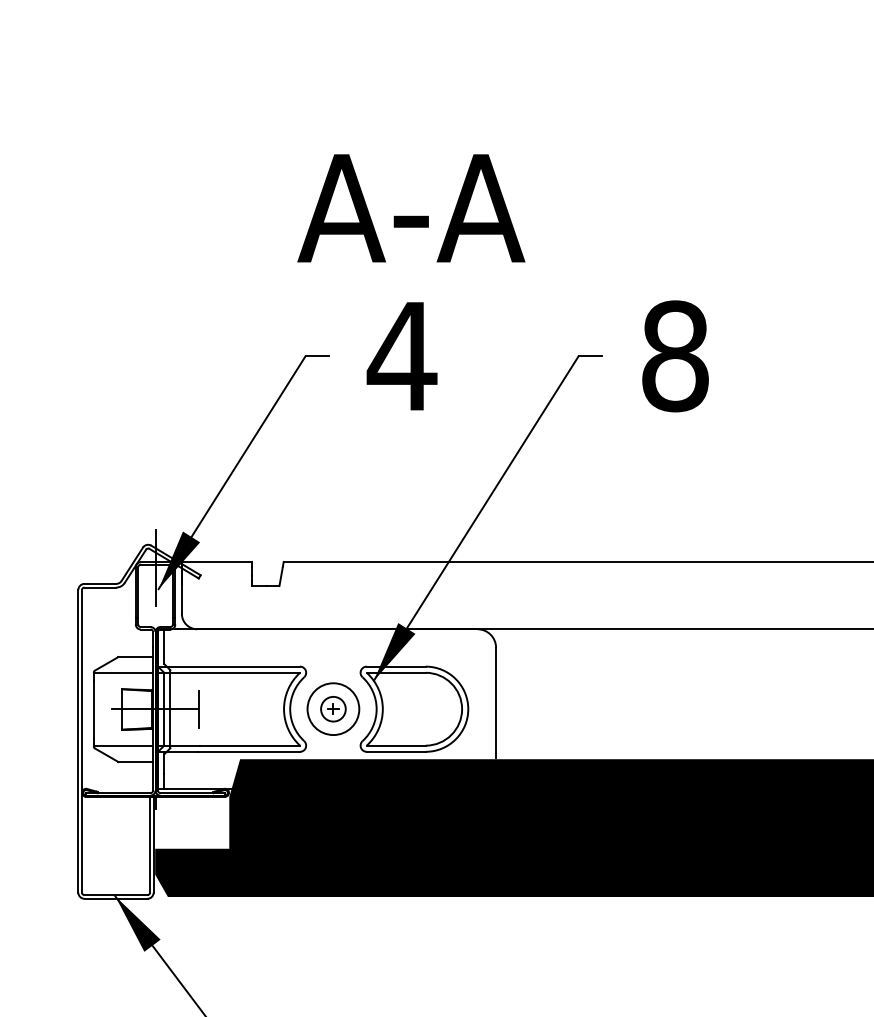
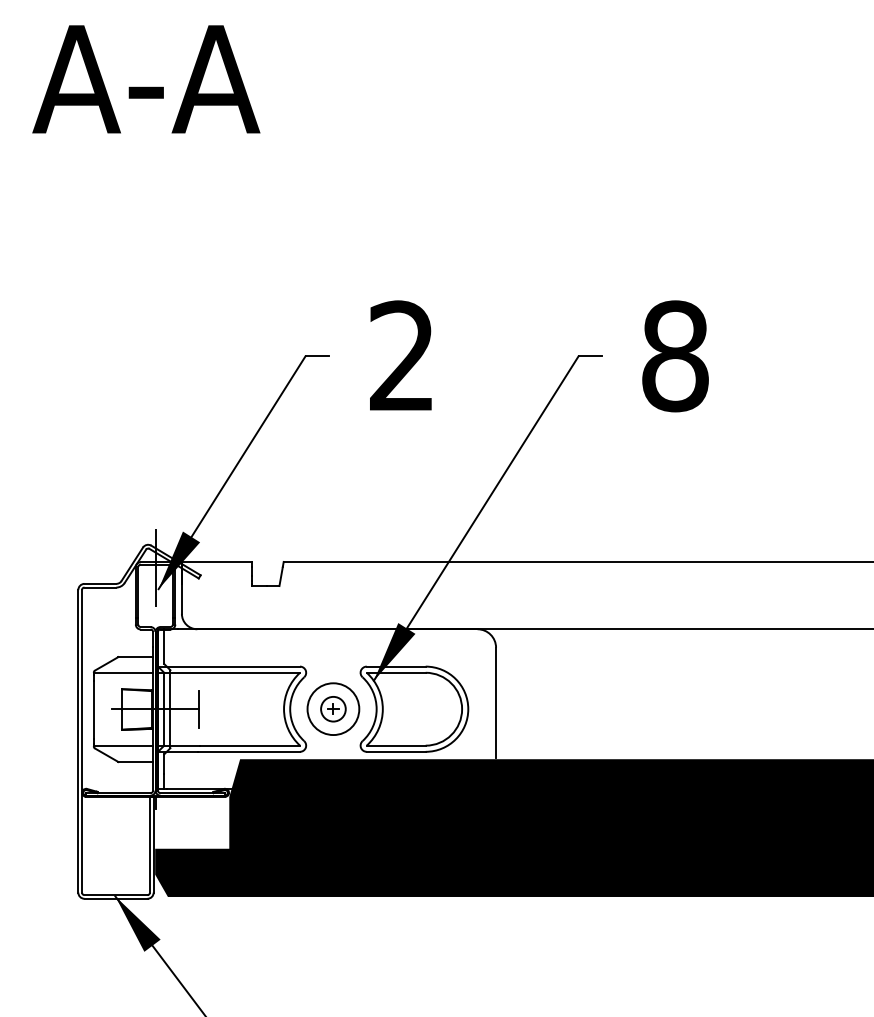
text at (411, 208) position: (411, 208) -> (146, 79)
text at (401, 355): 4 -> 2
